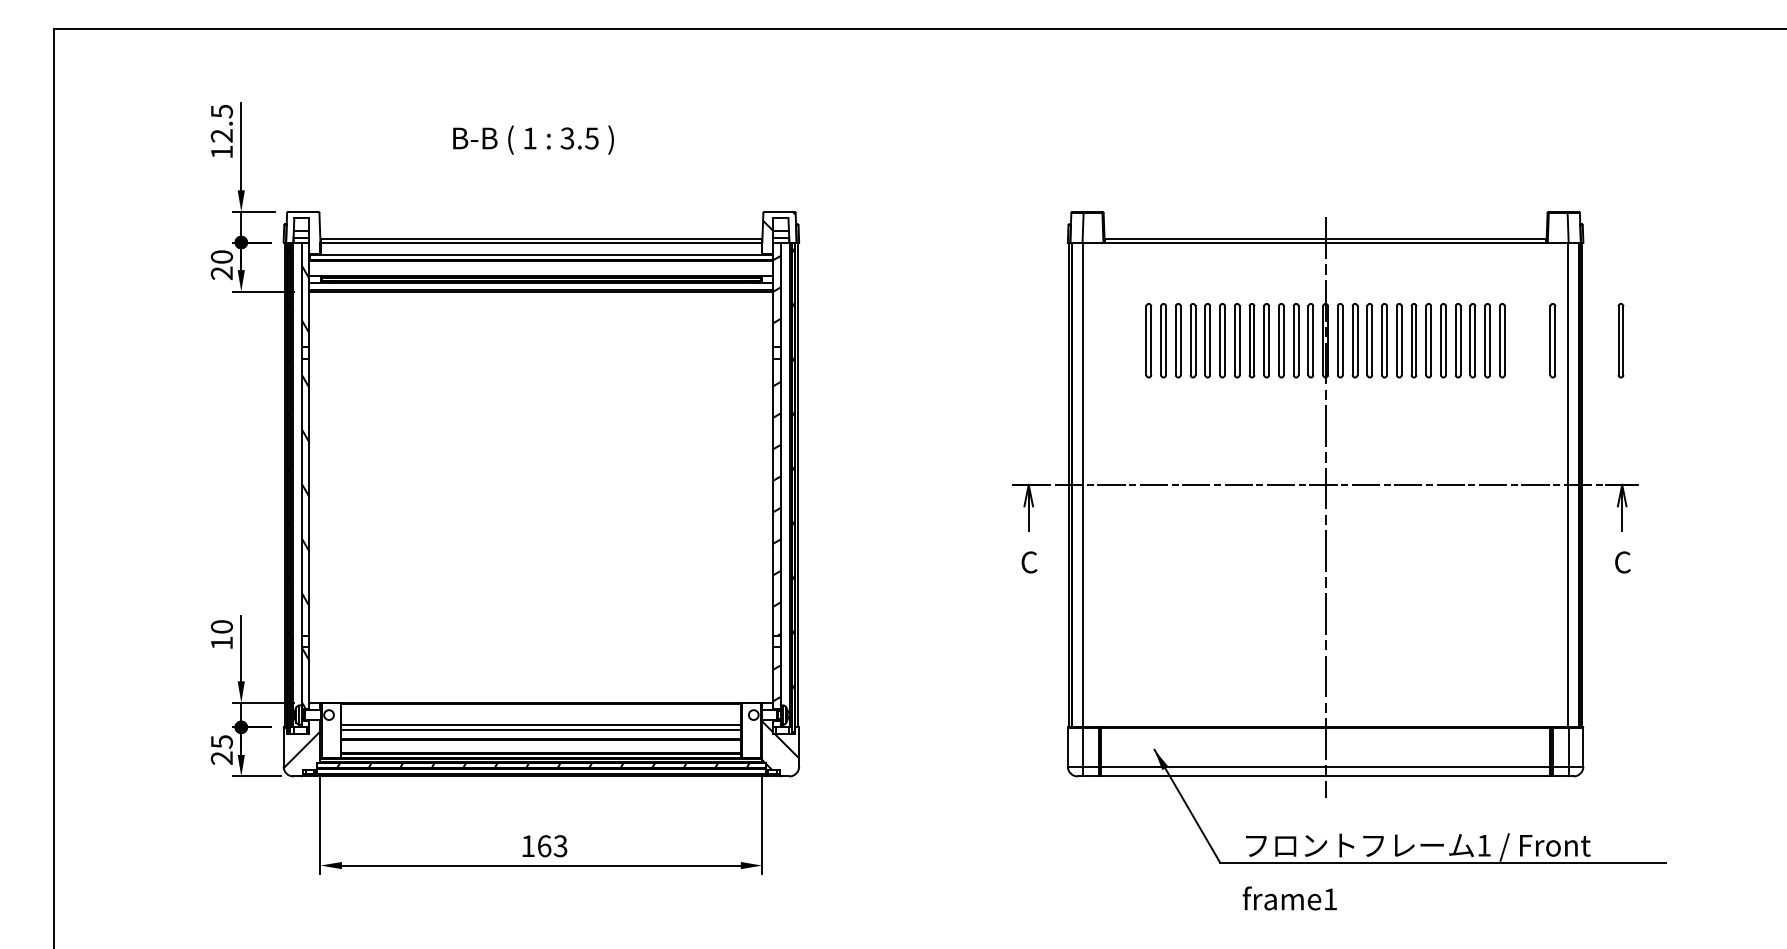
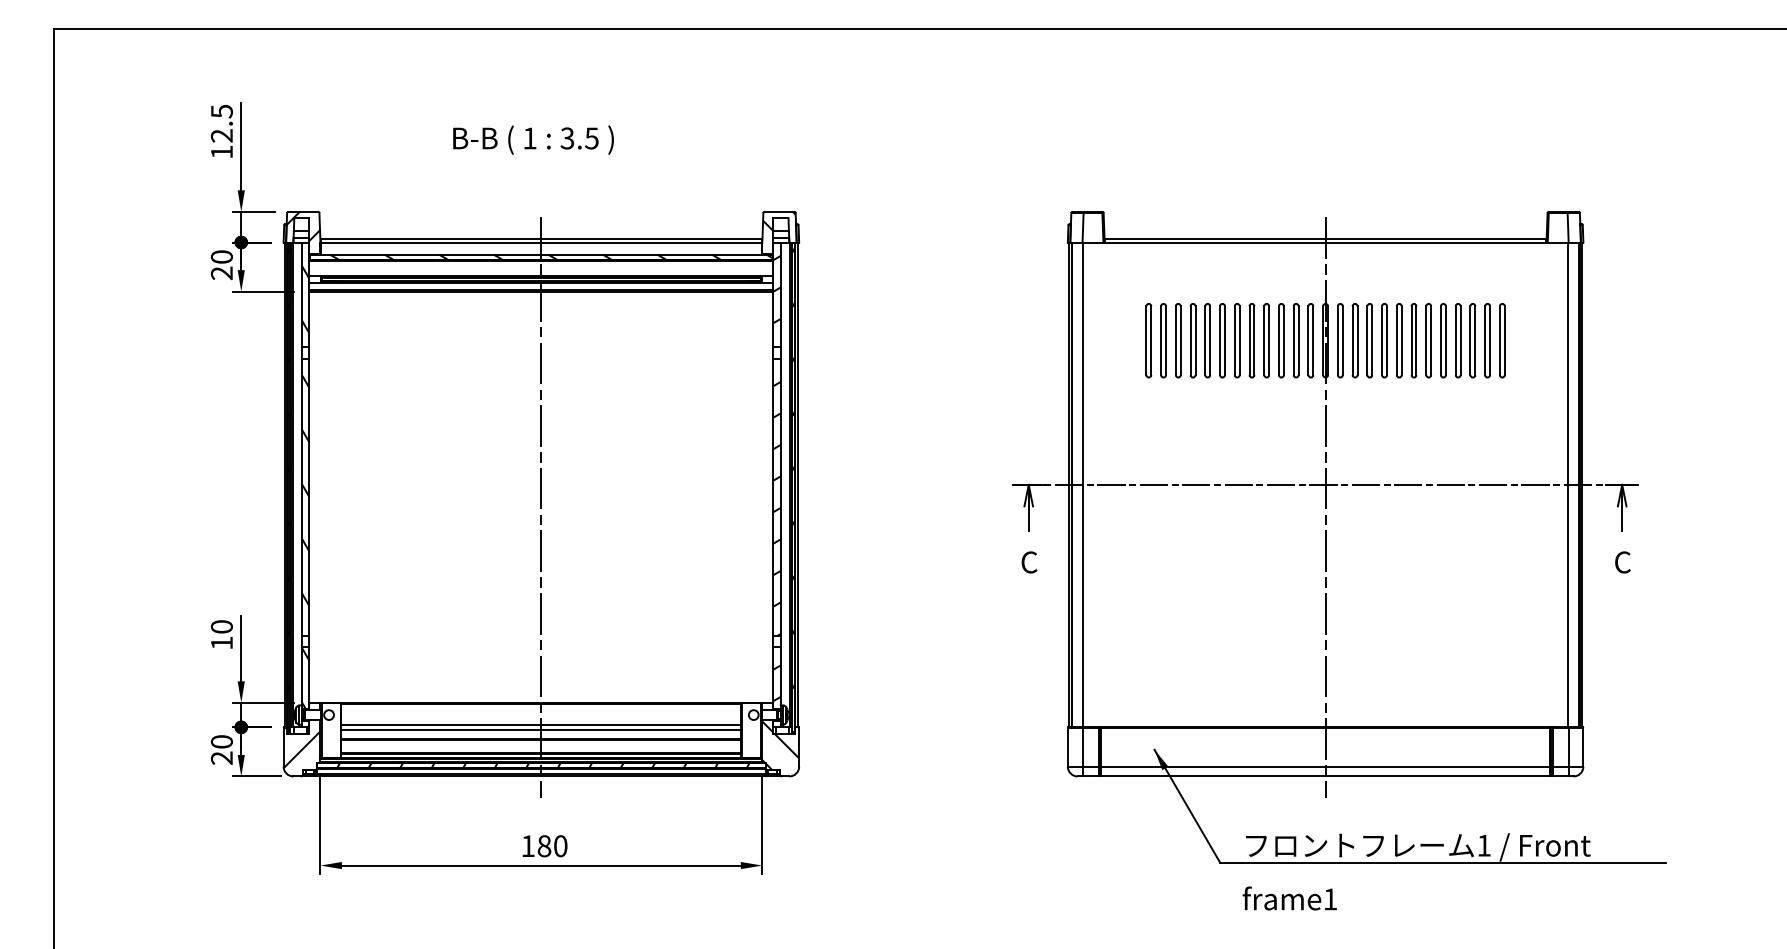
hatch at (303, 225): none -> present
hatch at (551, 256): none -> present
part at (1552, 340): present -> none
part at (1620, 340): present -> none
line at (541, 507): none -> present
text at (221, 741): 25 -> 20
text at (552, 846): 163 -> 180
